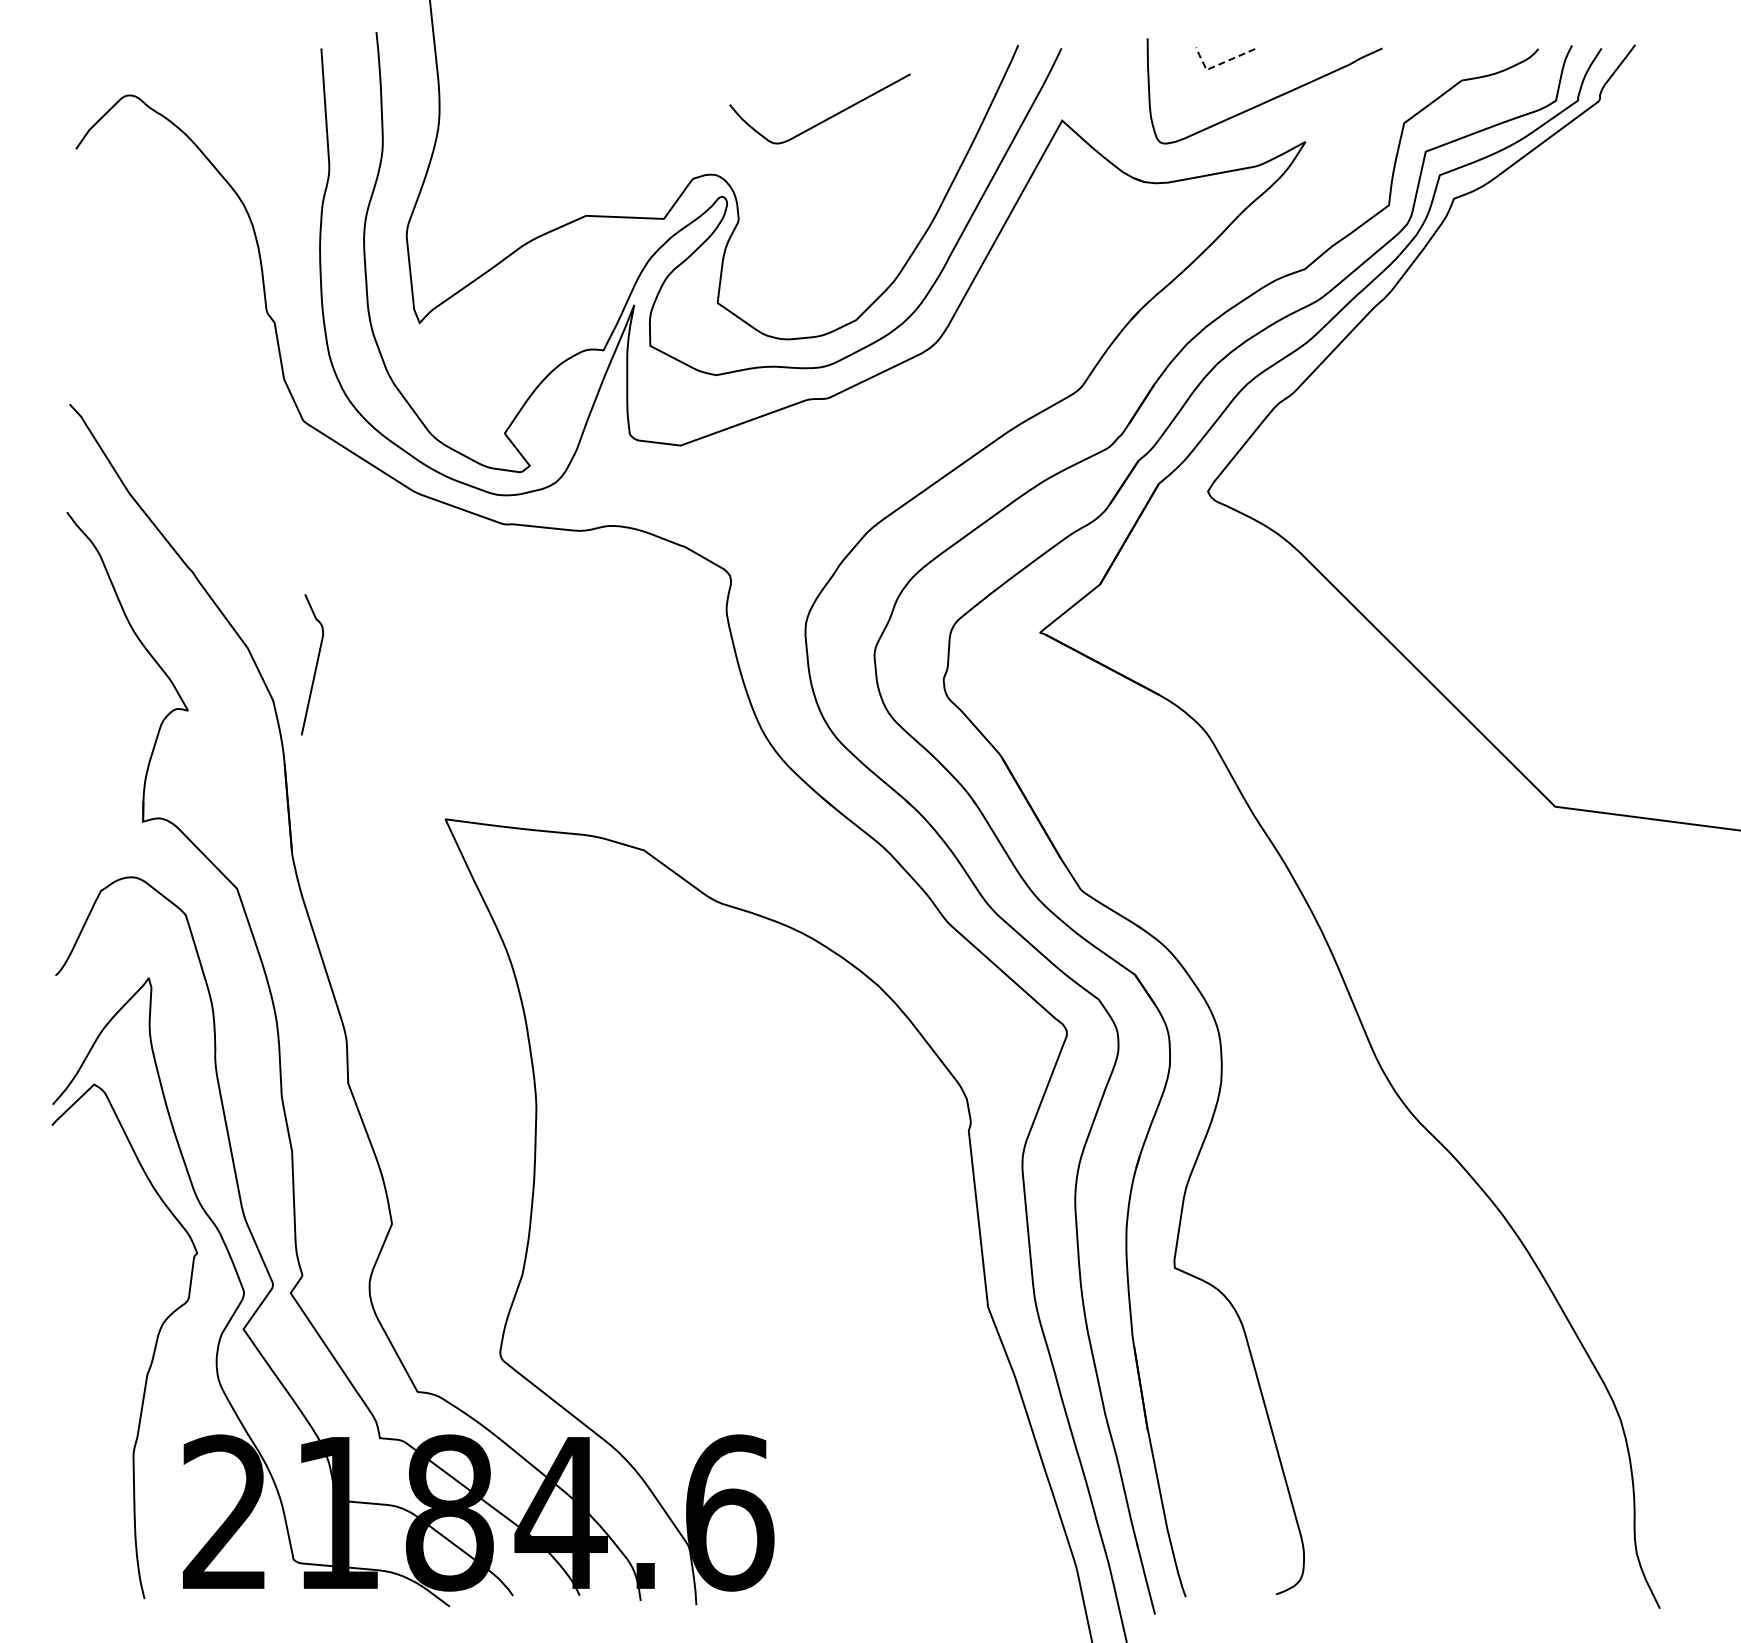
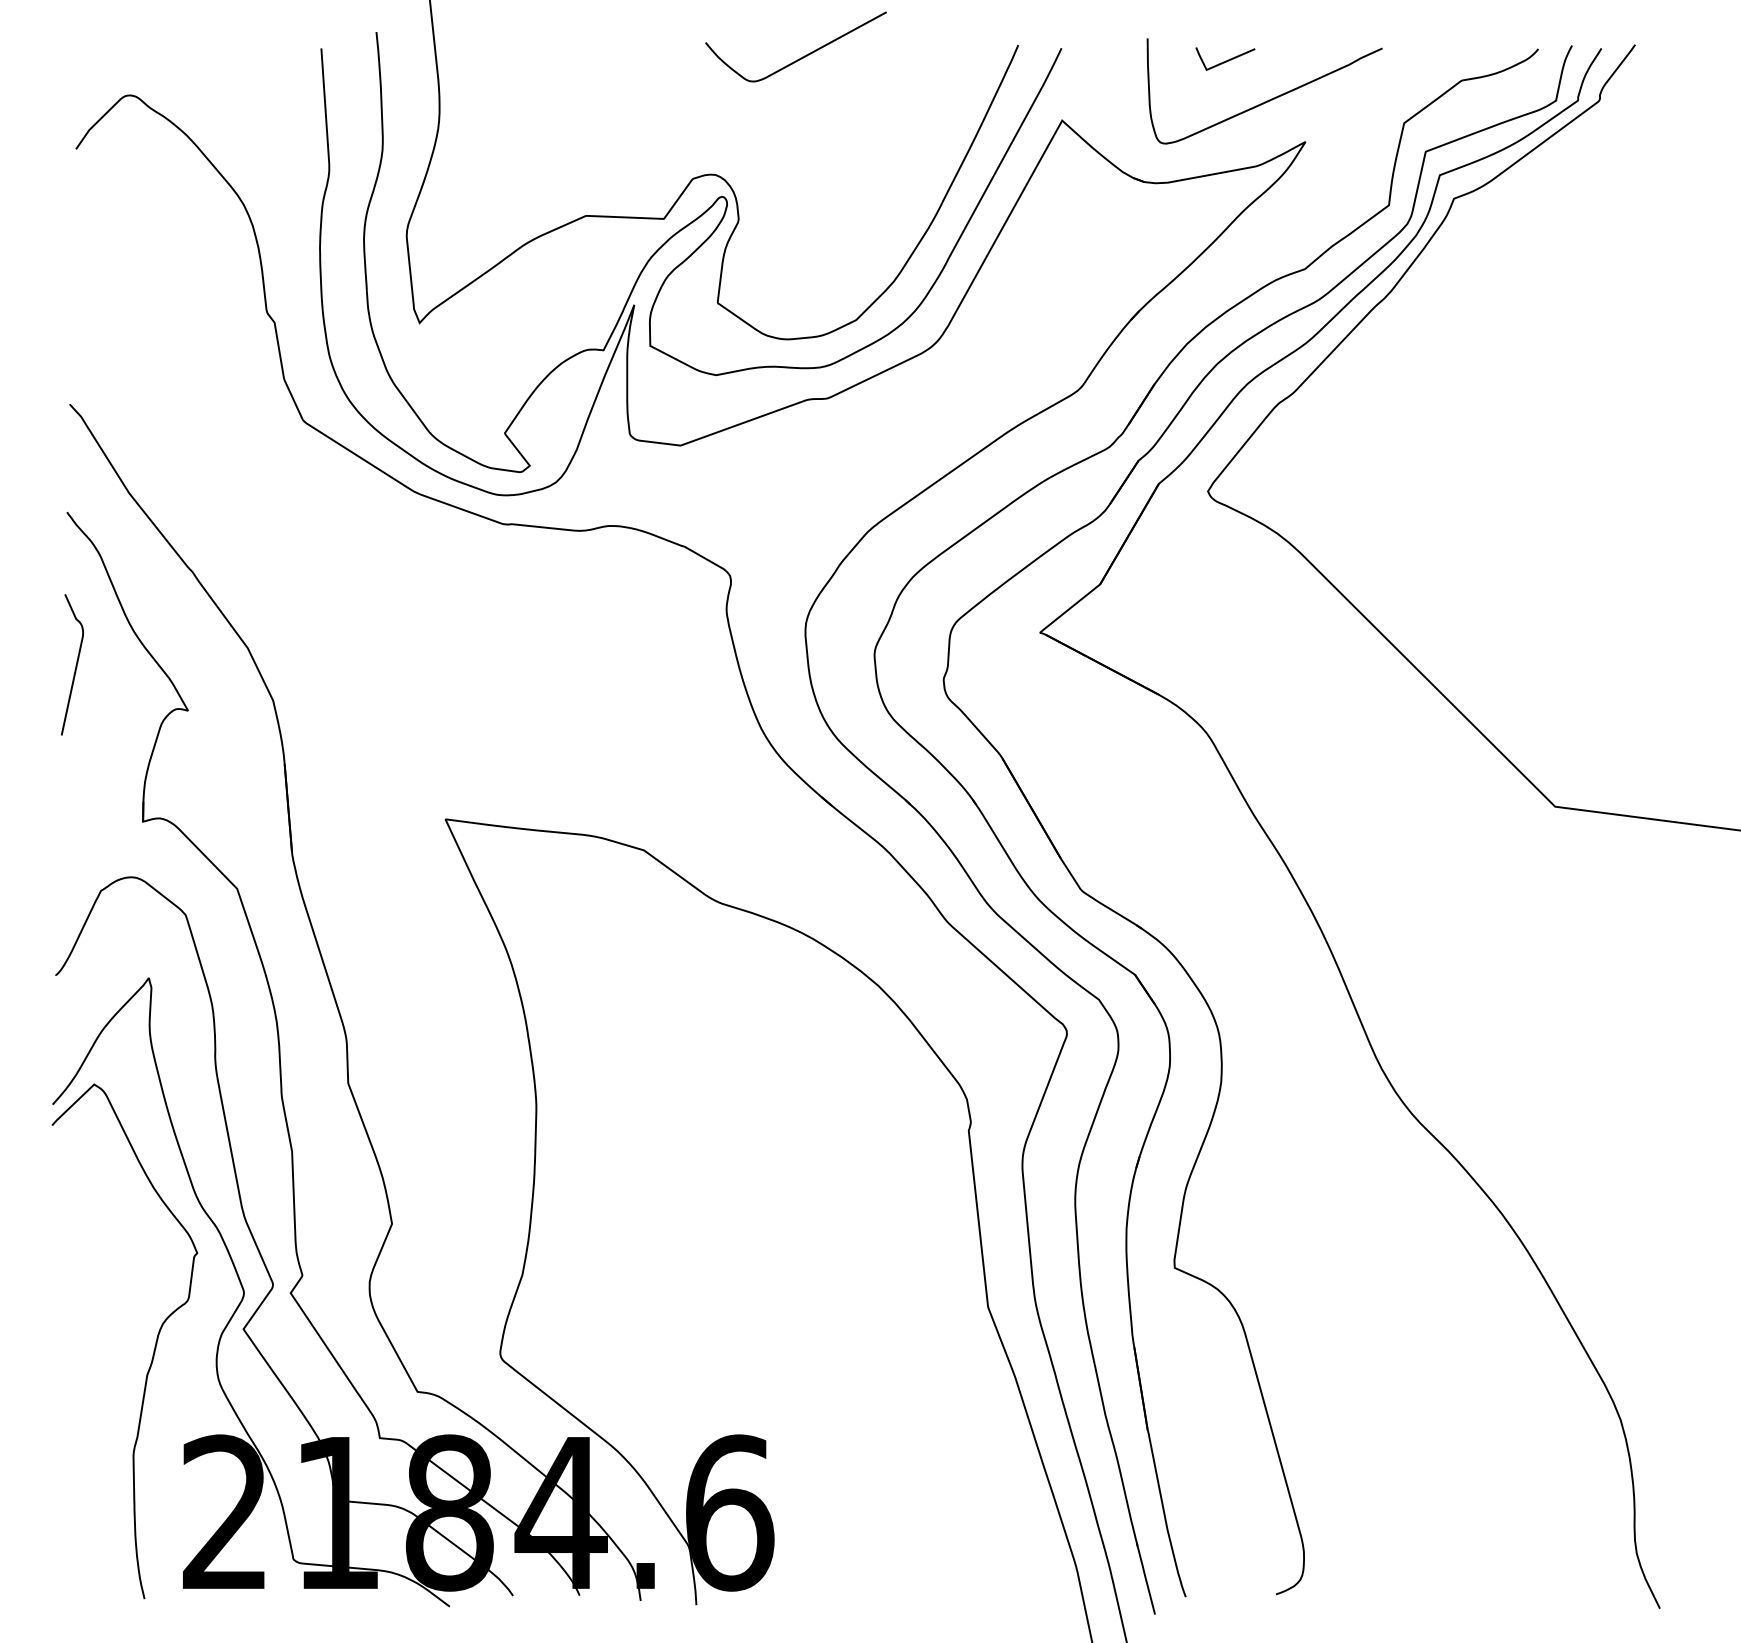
line at (1217, 65): dashed -> solid
curve at (824, 119) position: (824, 119) -> (800, 57)
curve at (315, 665) position: (315, 665) -> (75, 665)
